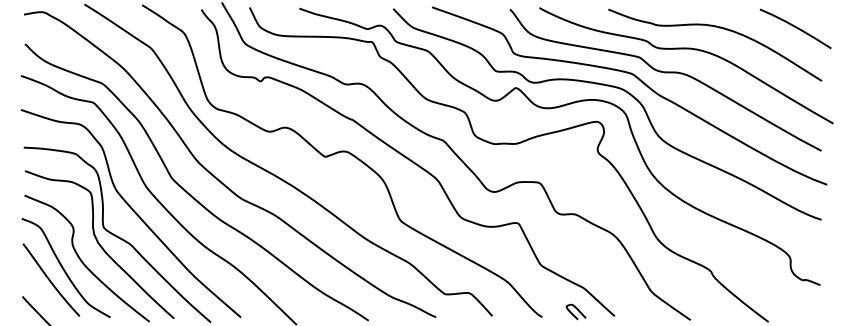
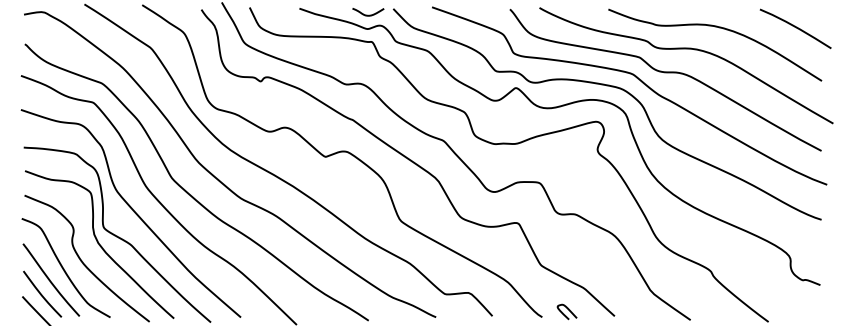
curve at (368, 14): none -> present
curve at (41, 293): none -> present
curve at (576, 309) position: (576, 309) -> (567, 309)
